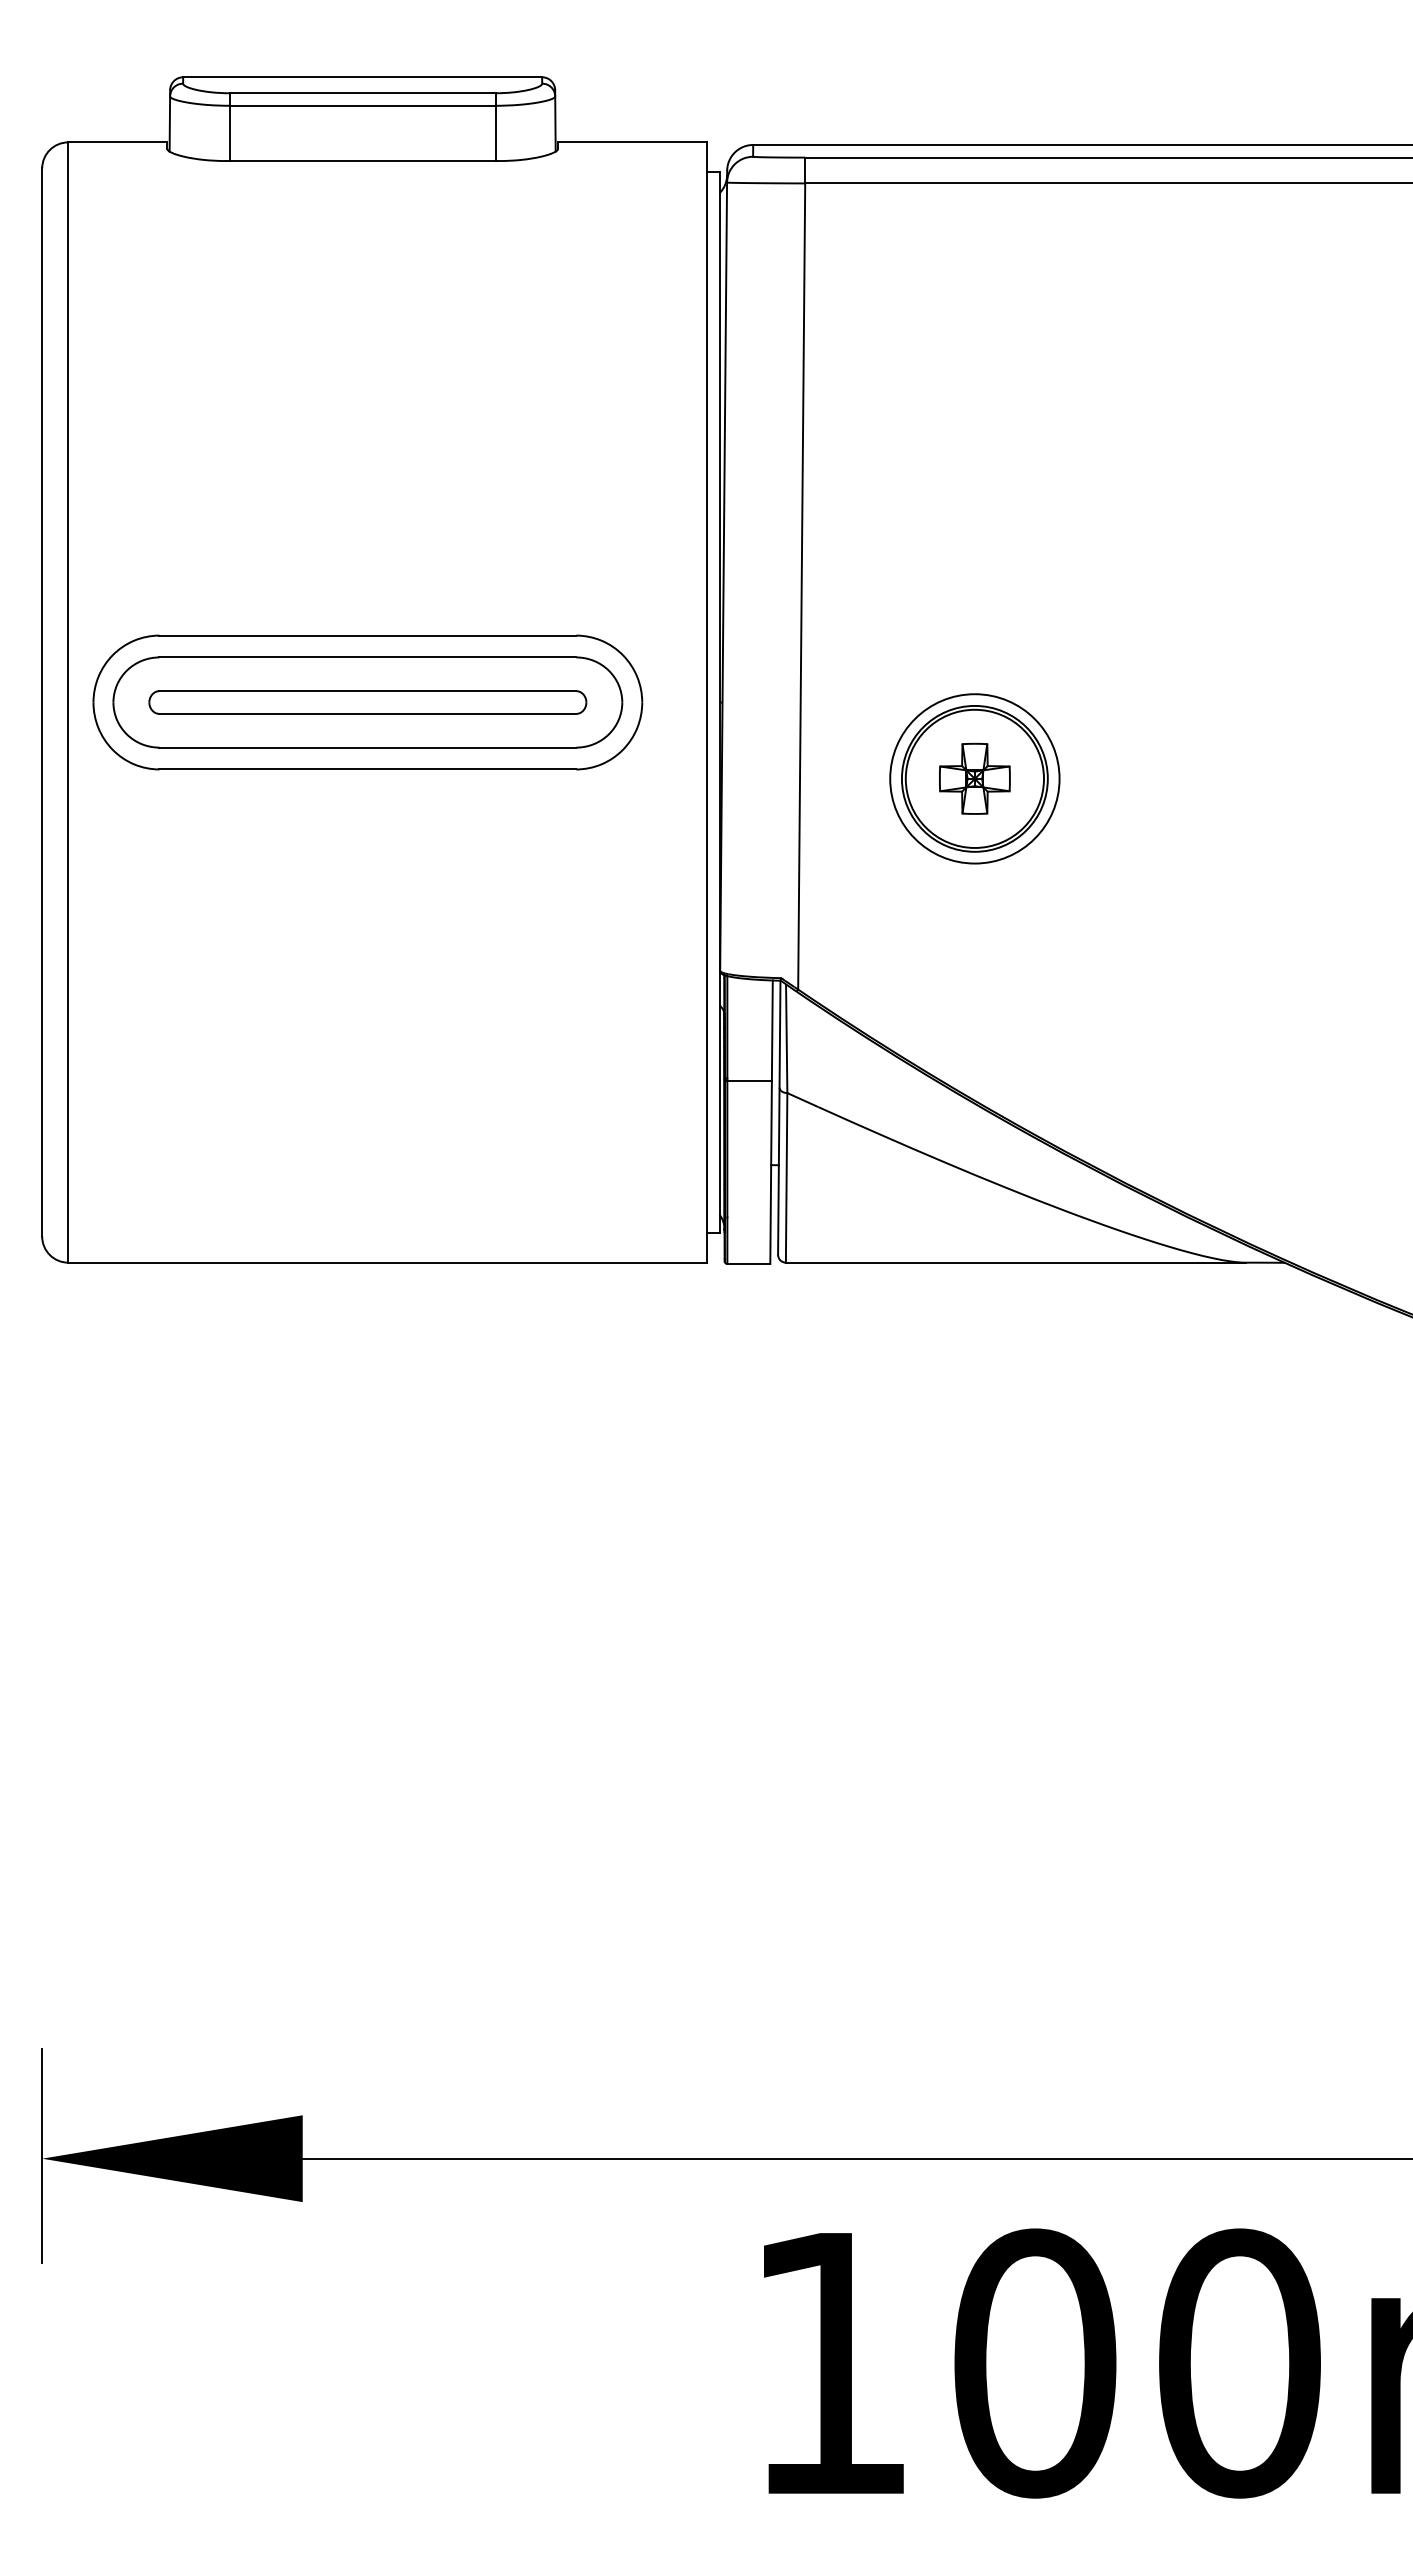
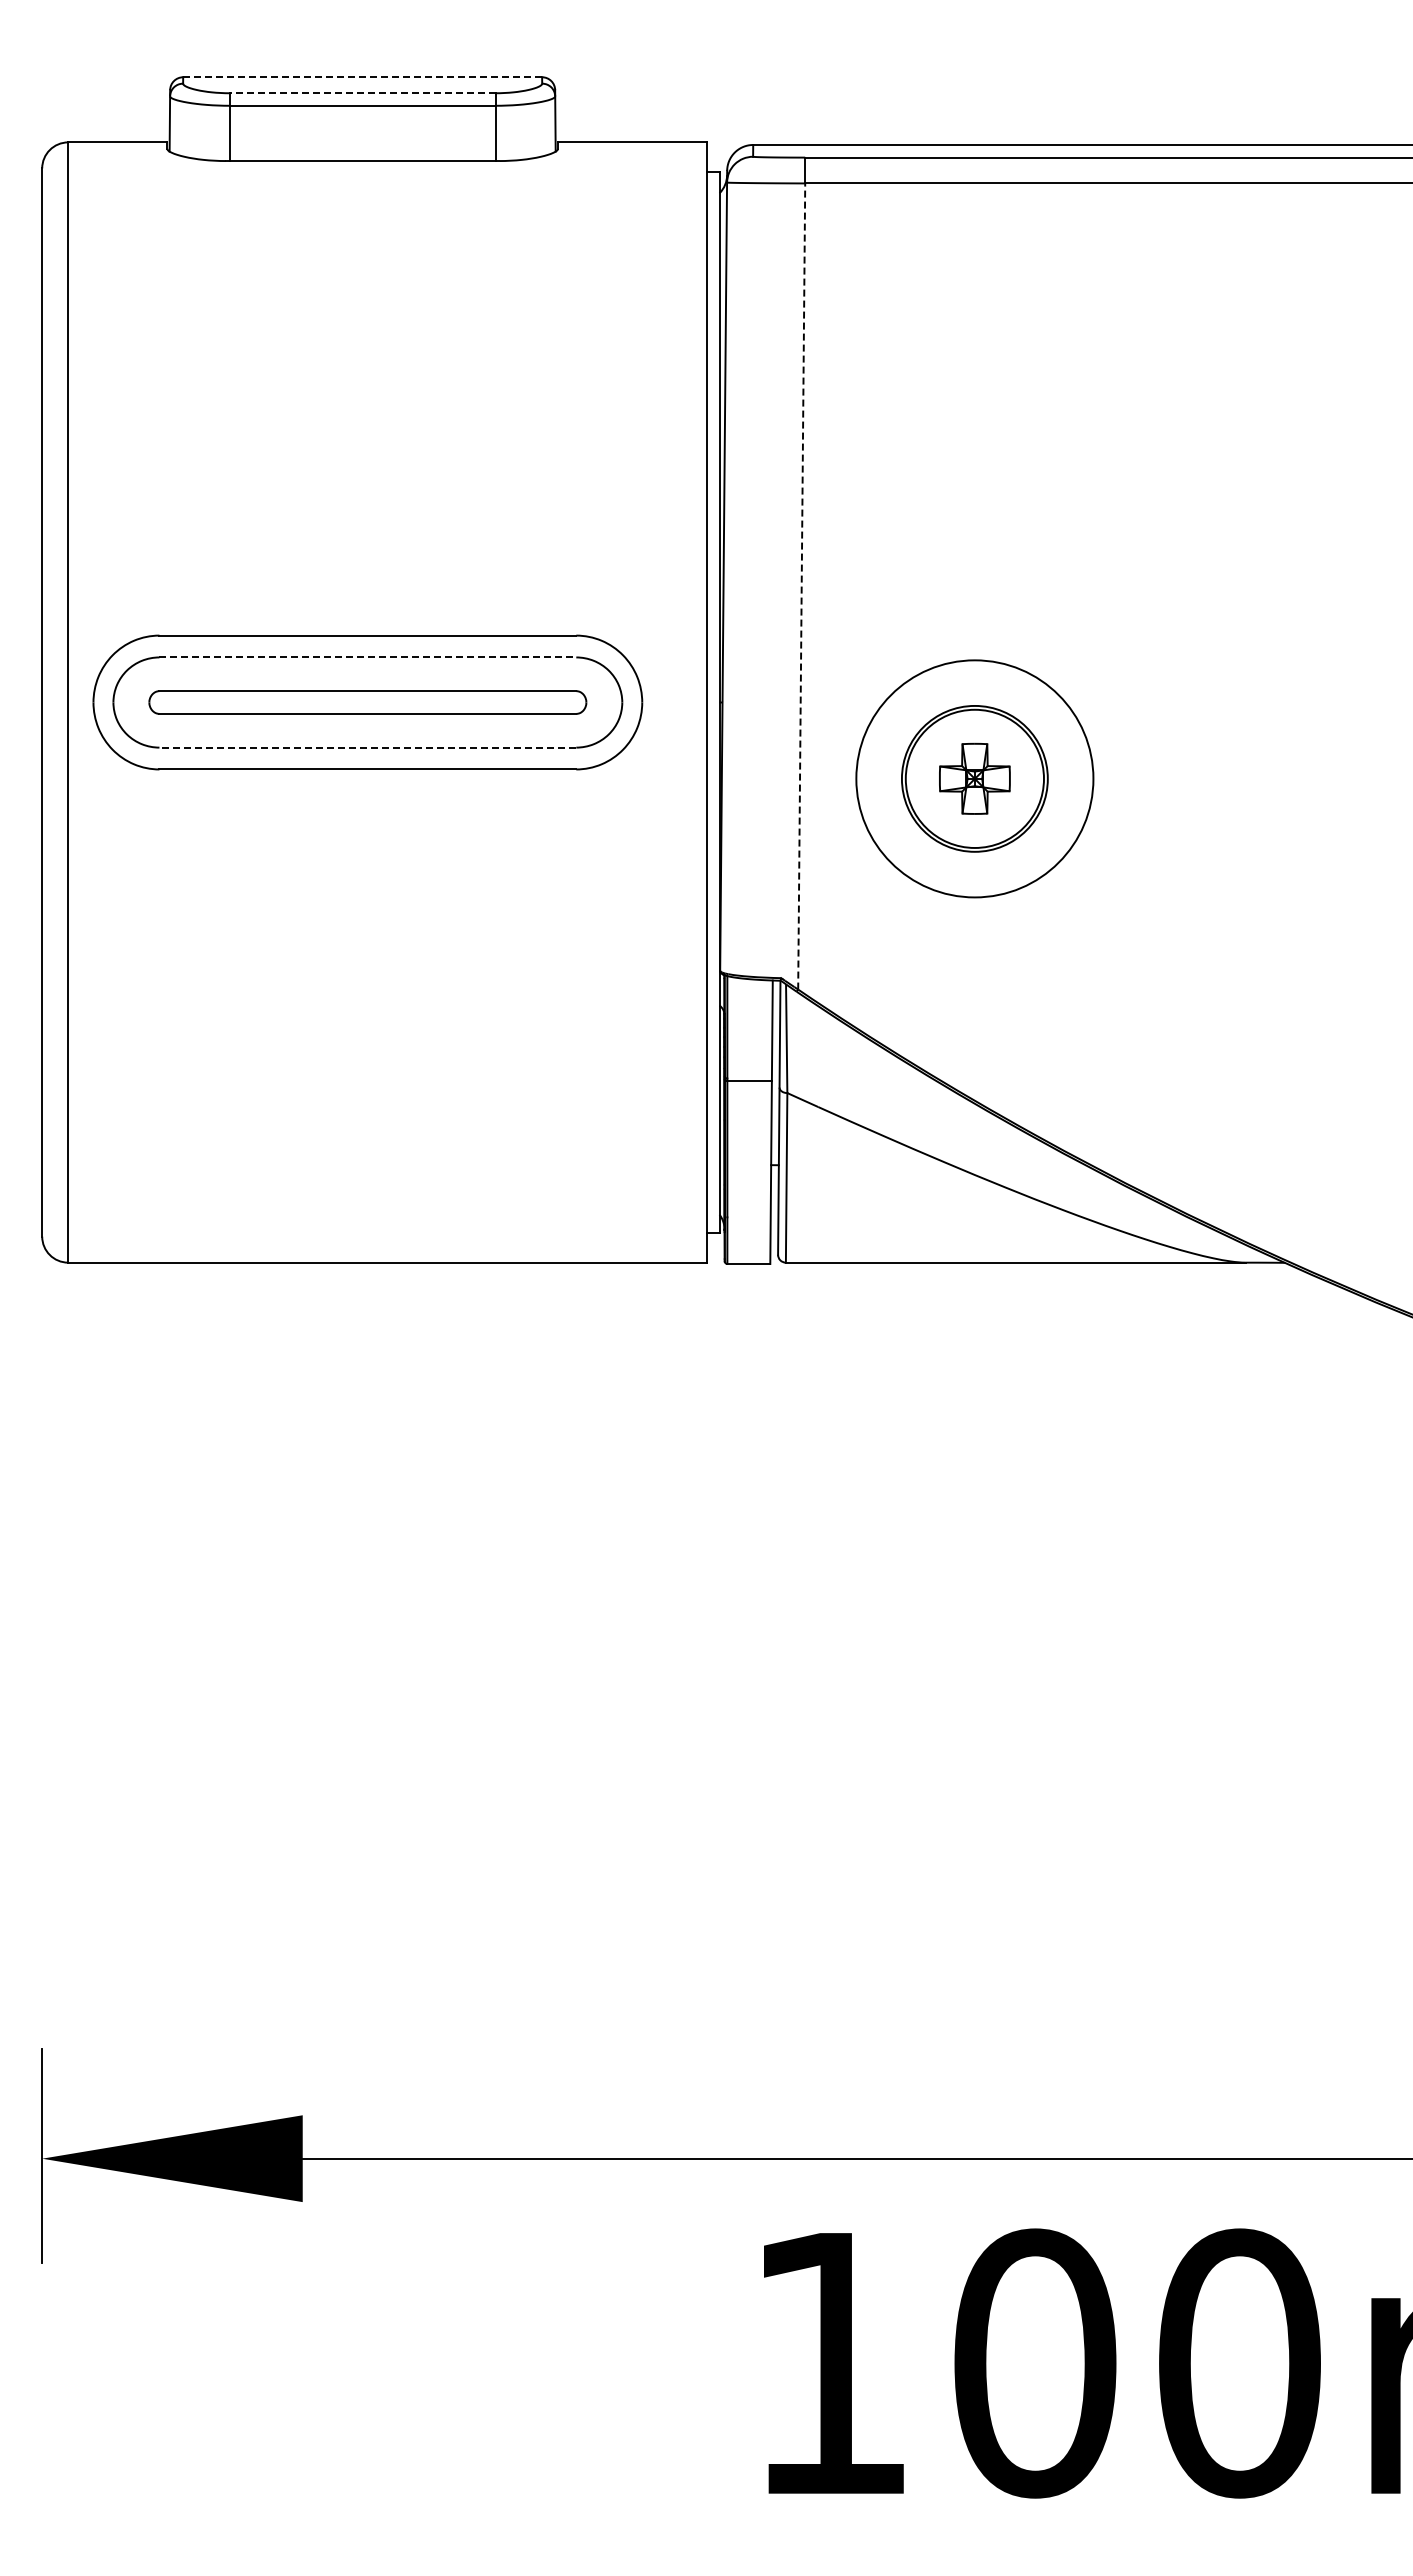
line at (363, 77): solid -> dashed
line at (362, 93): solid -> dashed
line at (801, 586): solid -> dashed
line at (368, 657): solid -> dashed
line at (367, 747): solid -> dashed
circle at (974, 778) diameter: 169 px -> 237 px
